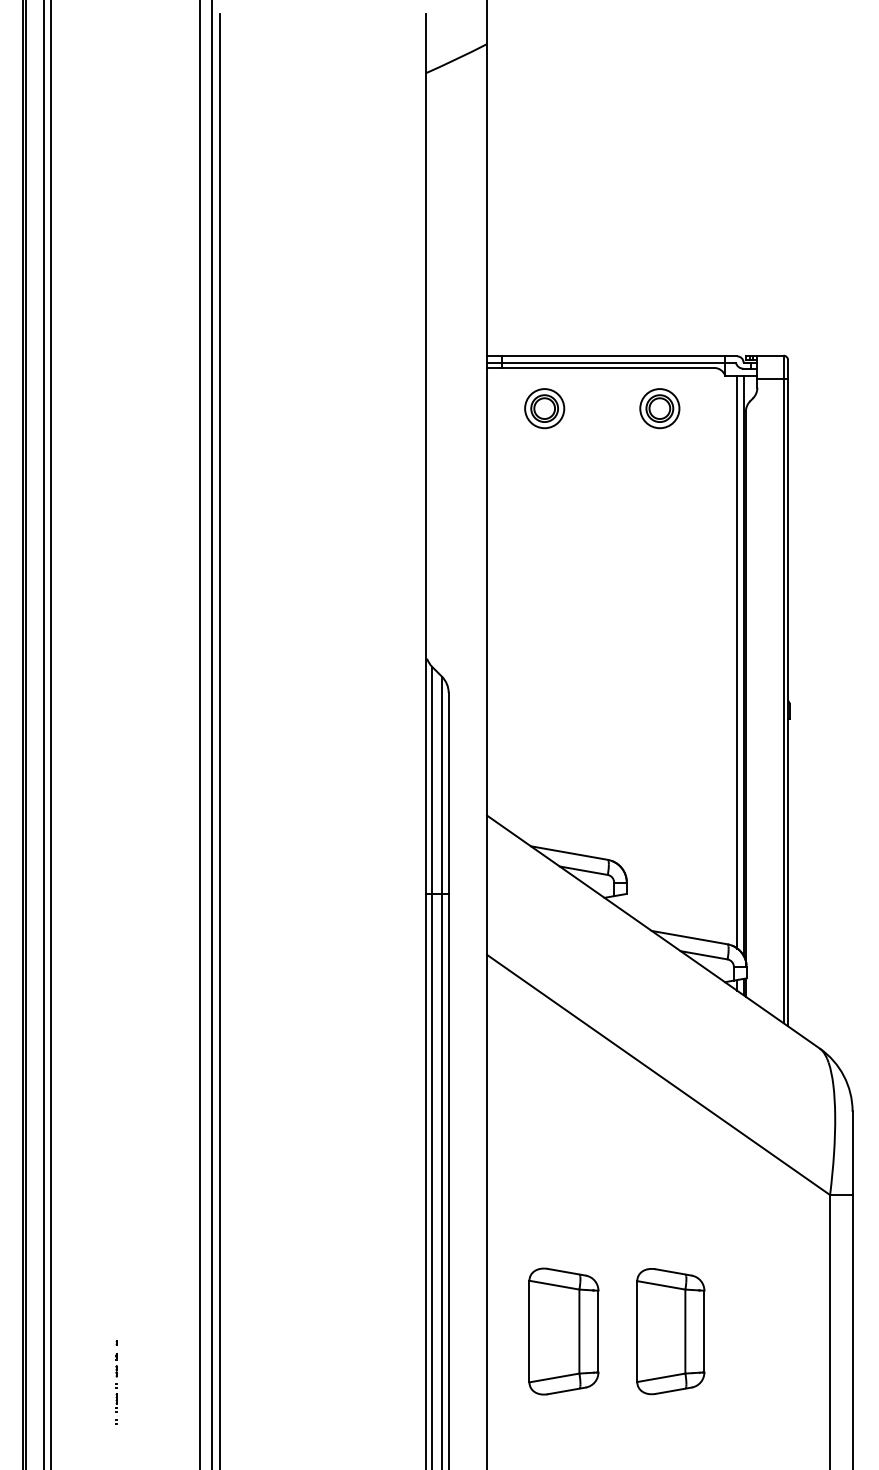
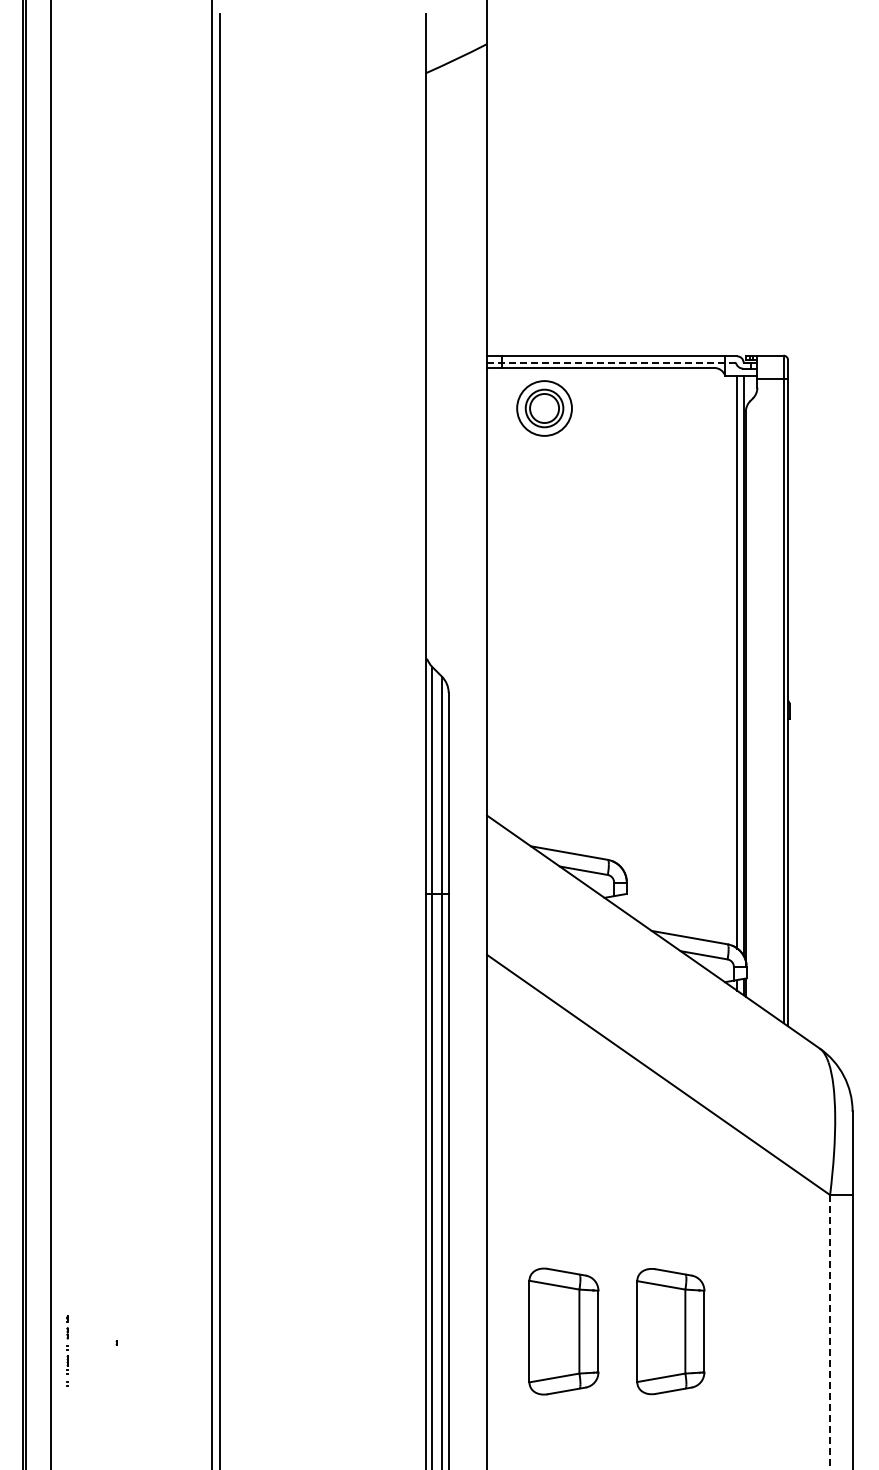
line at (611, 362): solid -> dashed
part at (544, 408) size: 42x42 px -> 57x57 px
part at (659, 408): present -> none
line at (43, 734): present -> none
line at (199, 734): present -> none
line at (830, 1332): solid -> dashed
part at (116, 1388) position: (116, 1388) -> (67, 1350)
